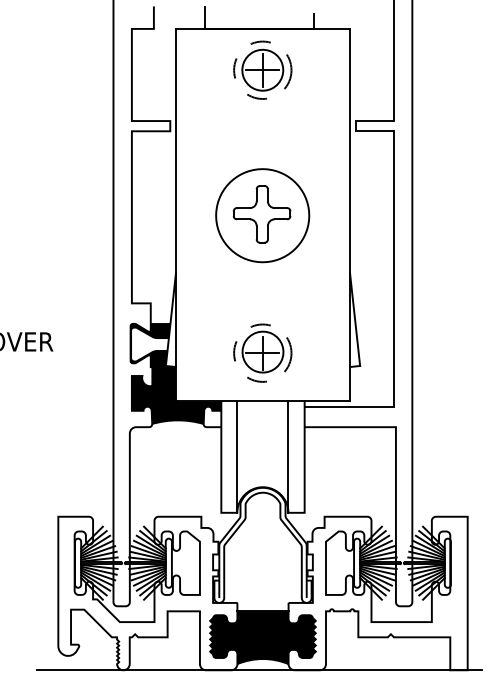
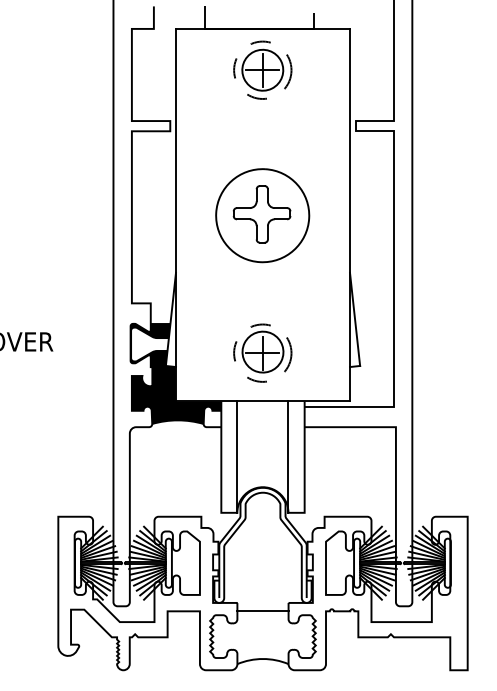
fill at (262, 637): present -> none
line at (258, 670): present -> none
